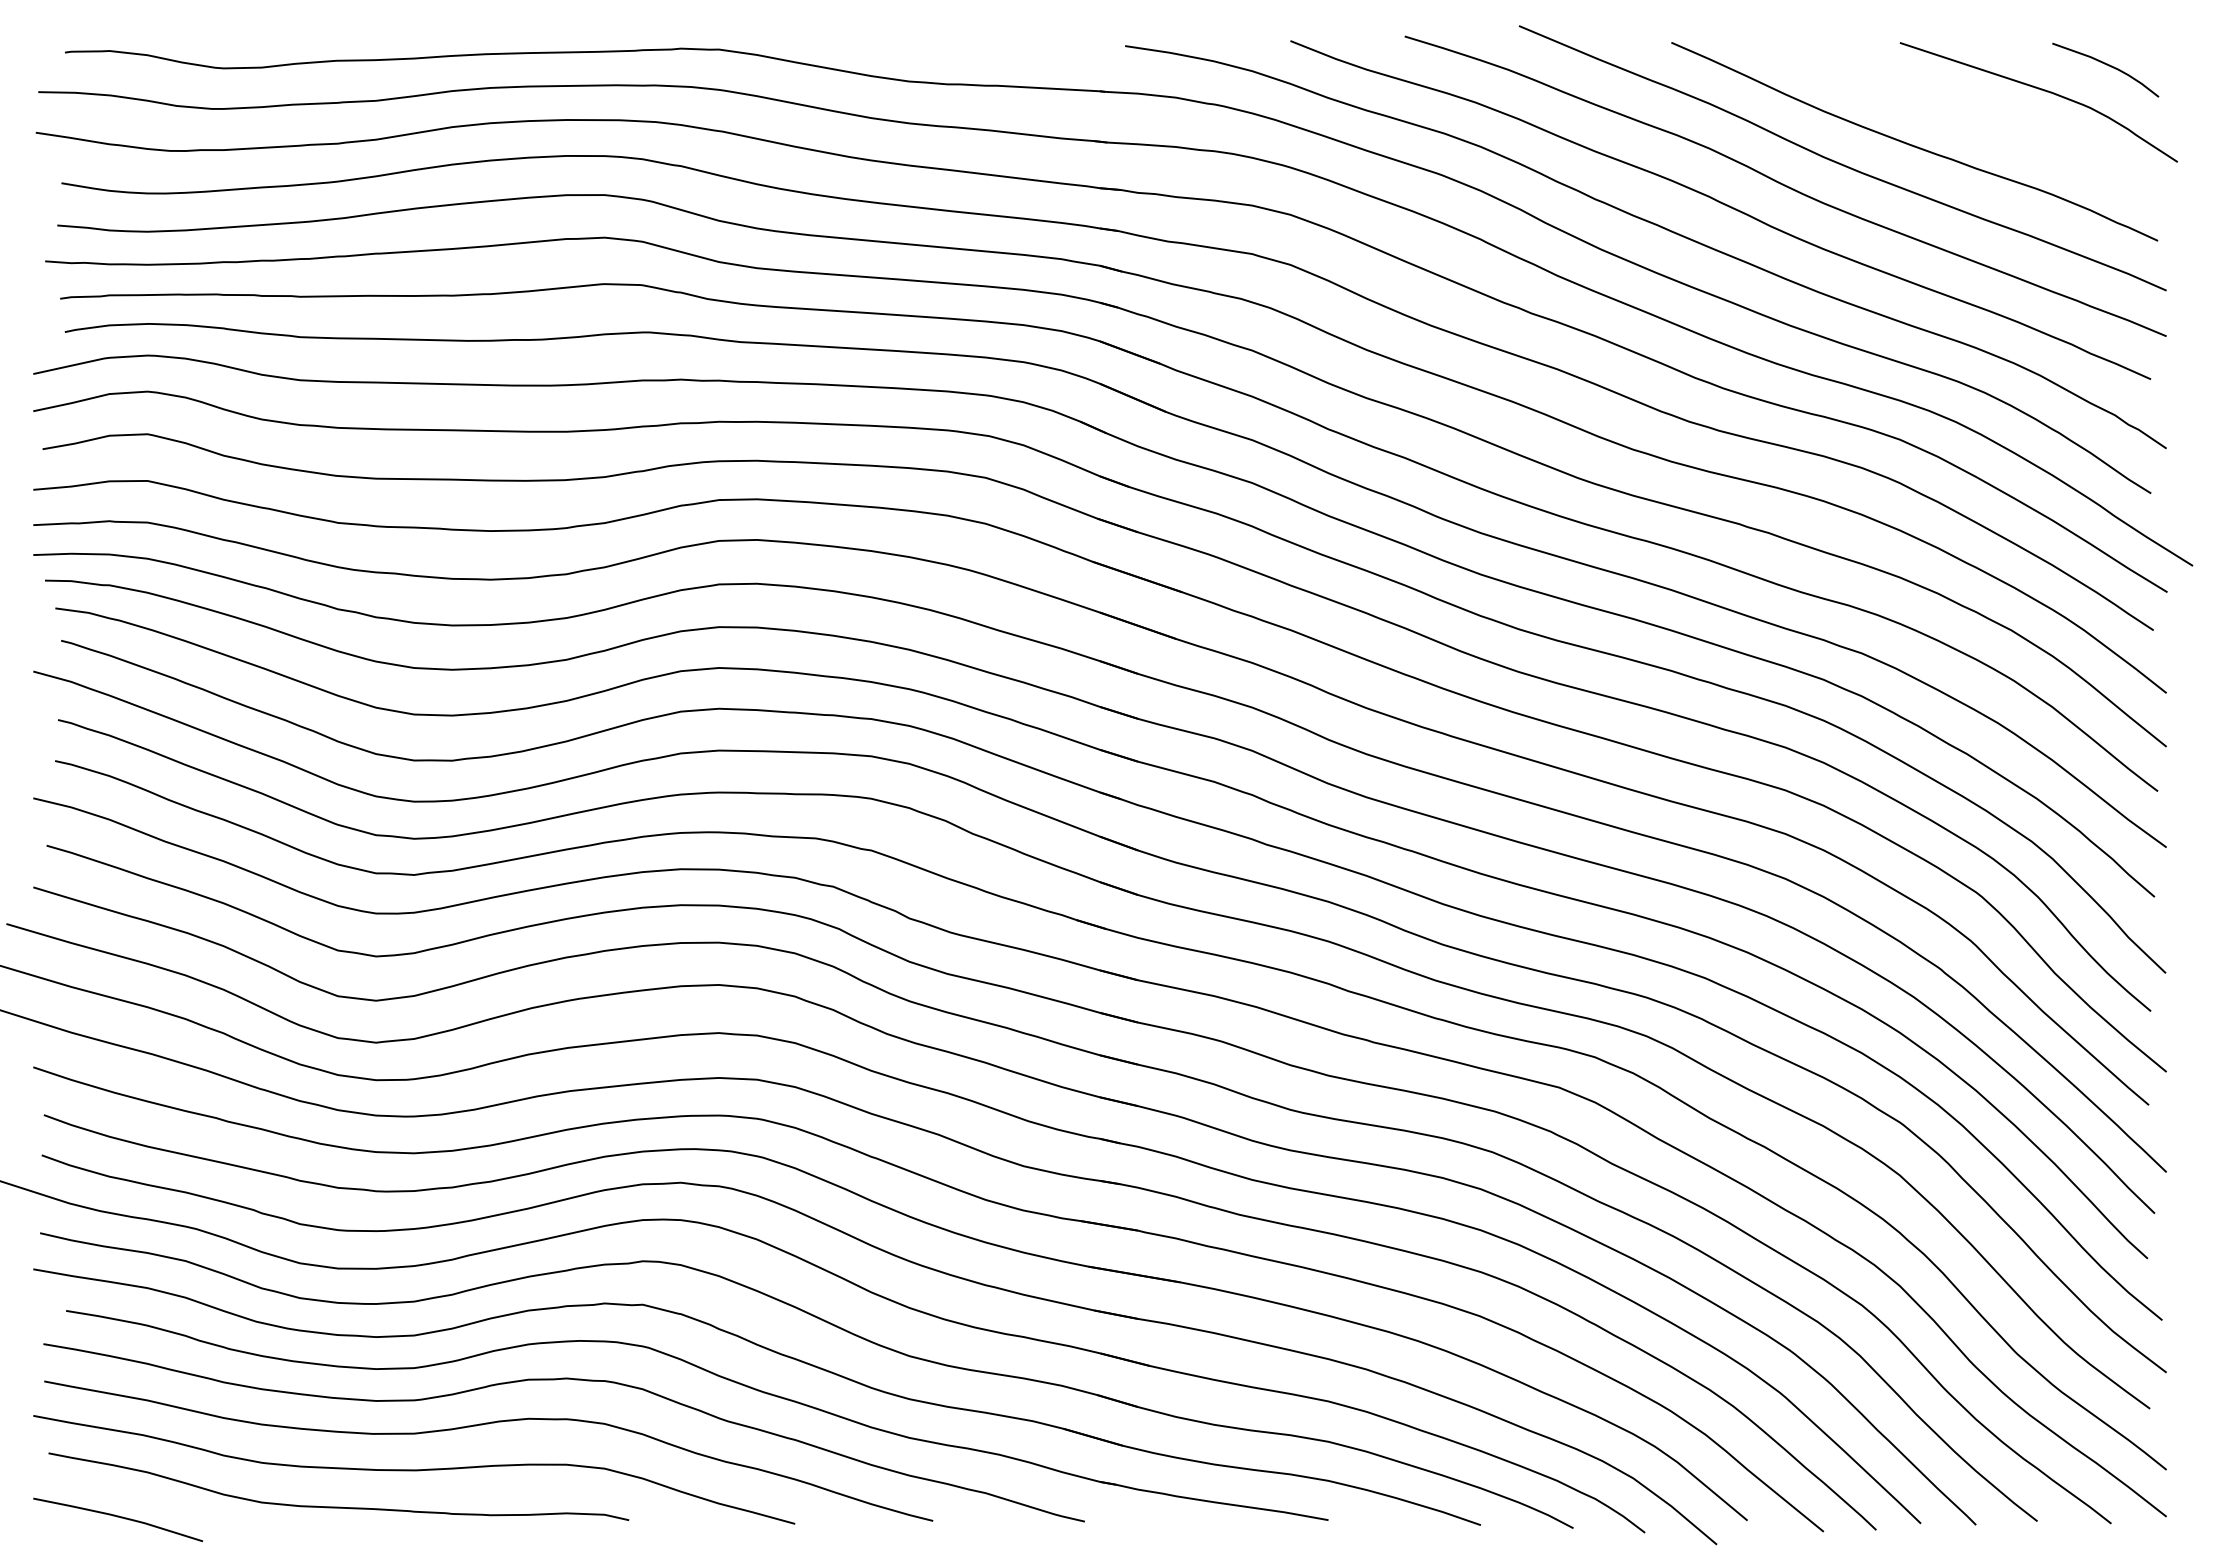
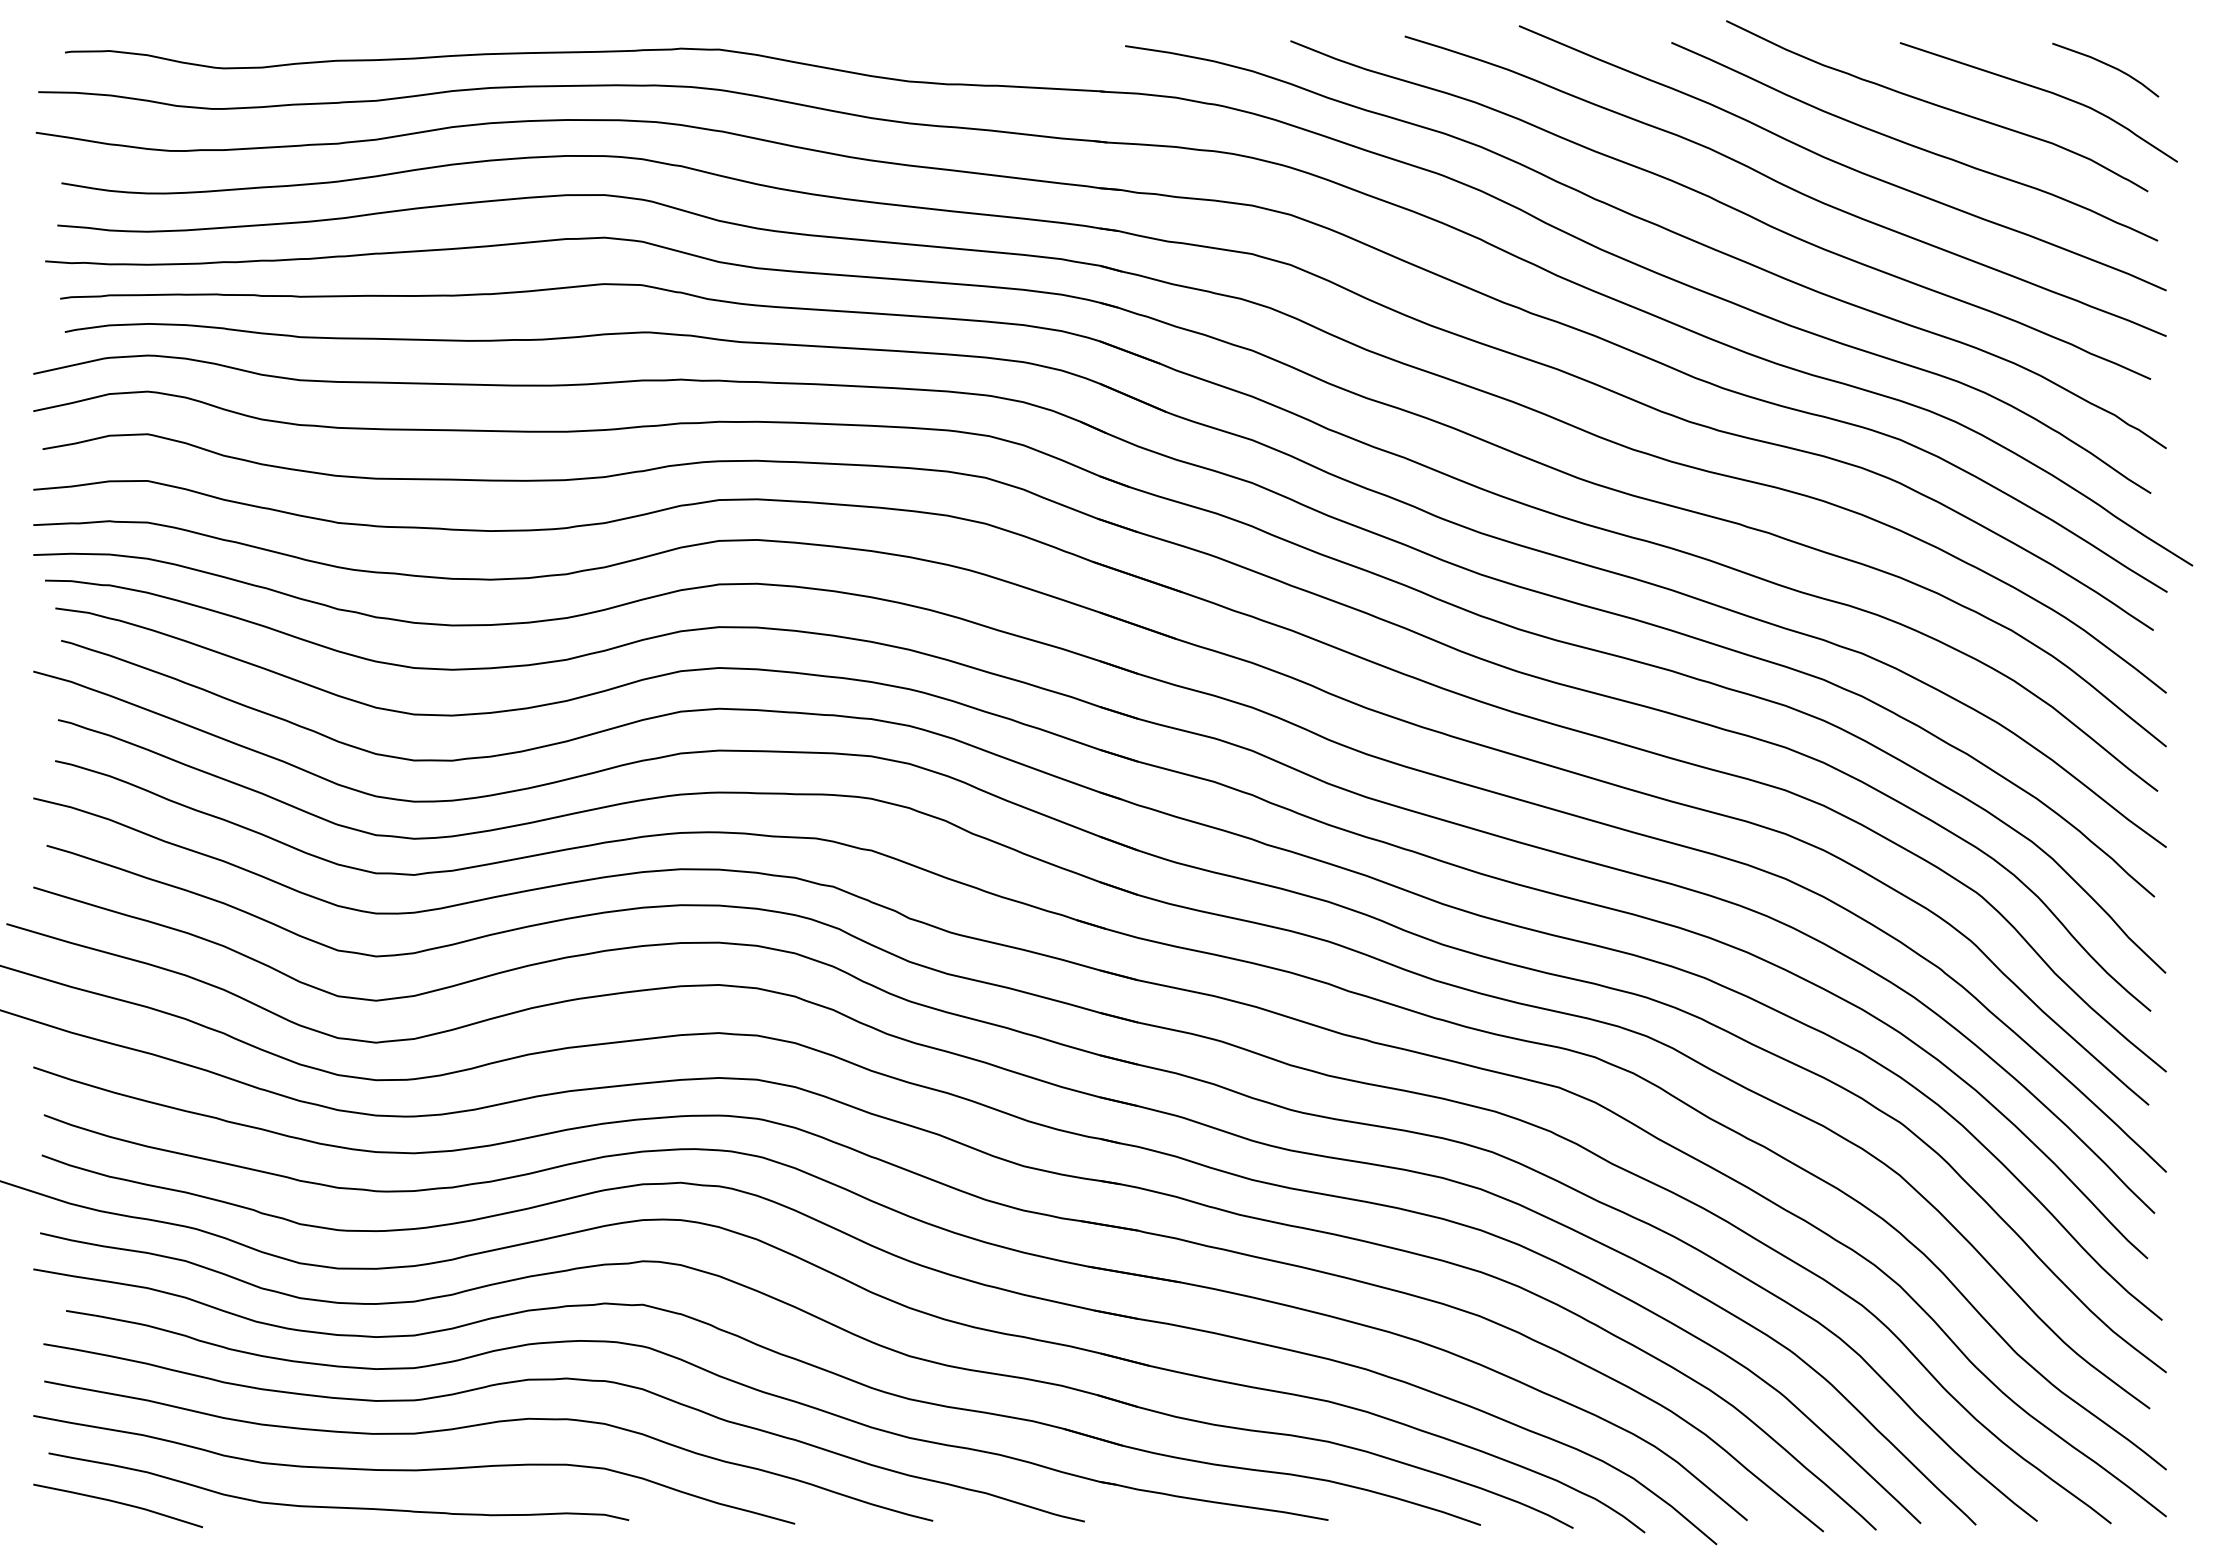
curve at (1937, 106): none -> present
curve at (118, 1517) position: (118, 1517) -> (118, 1503)
